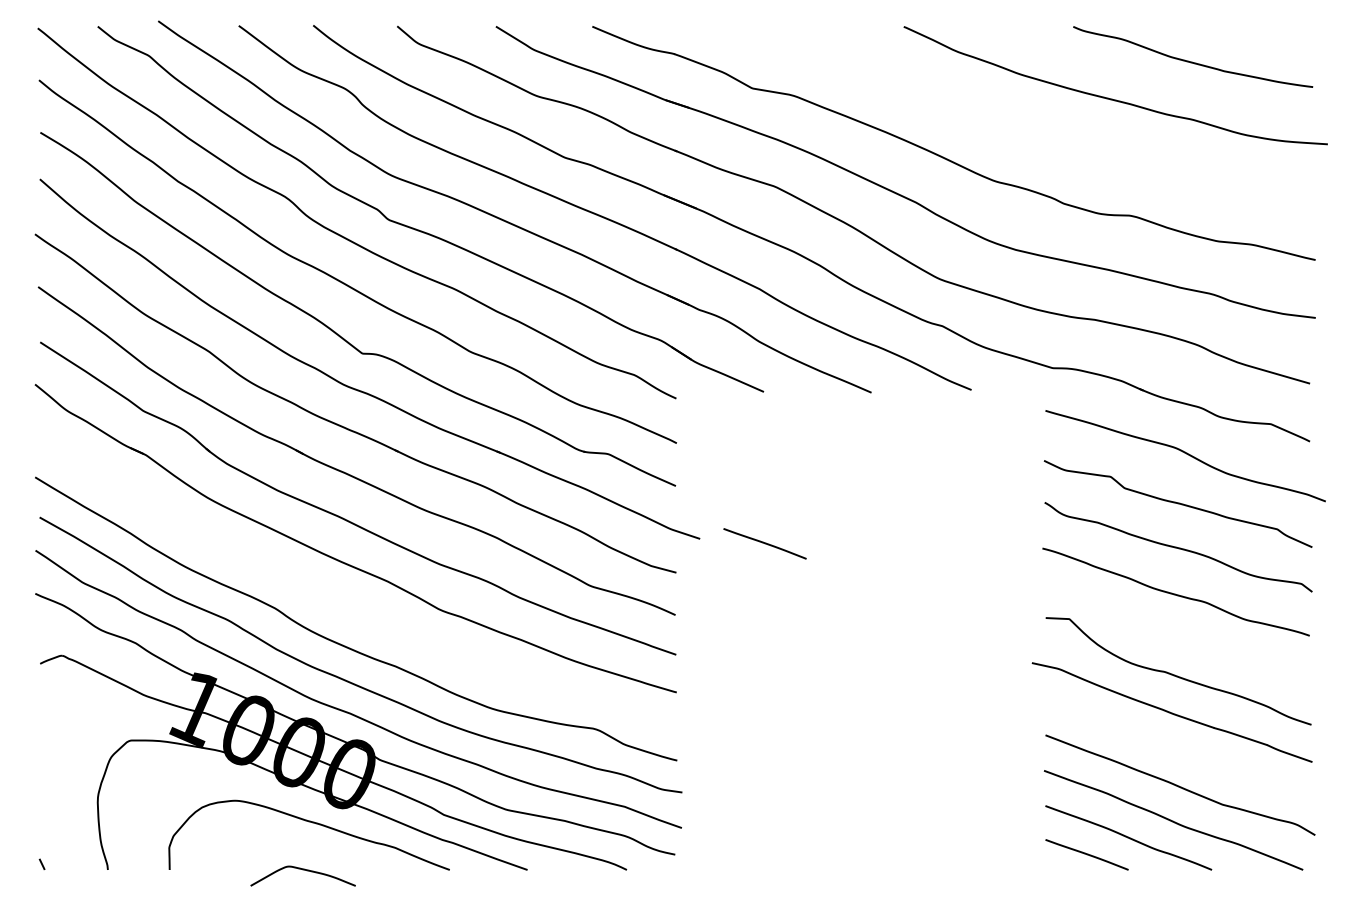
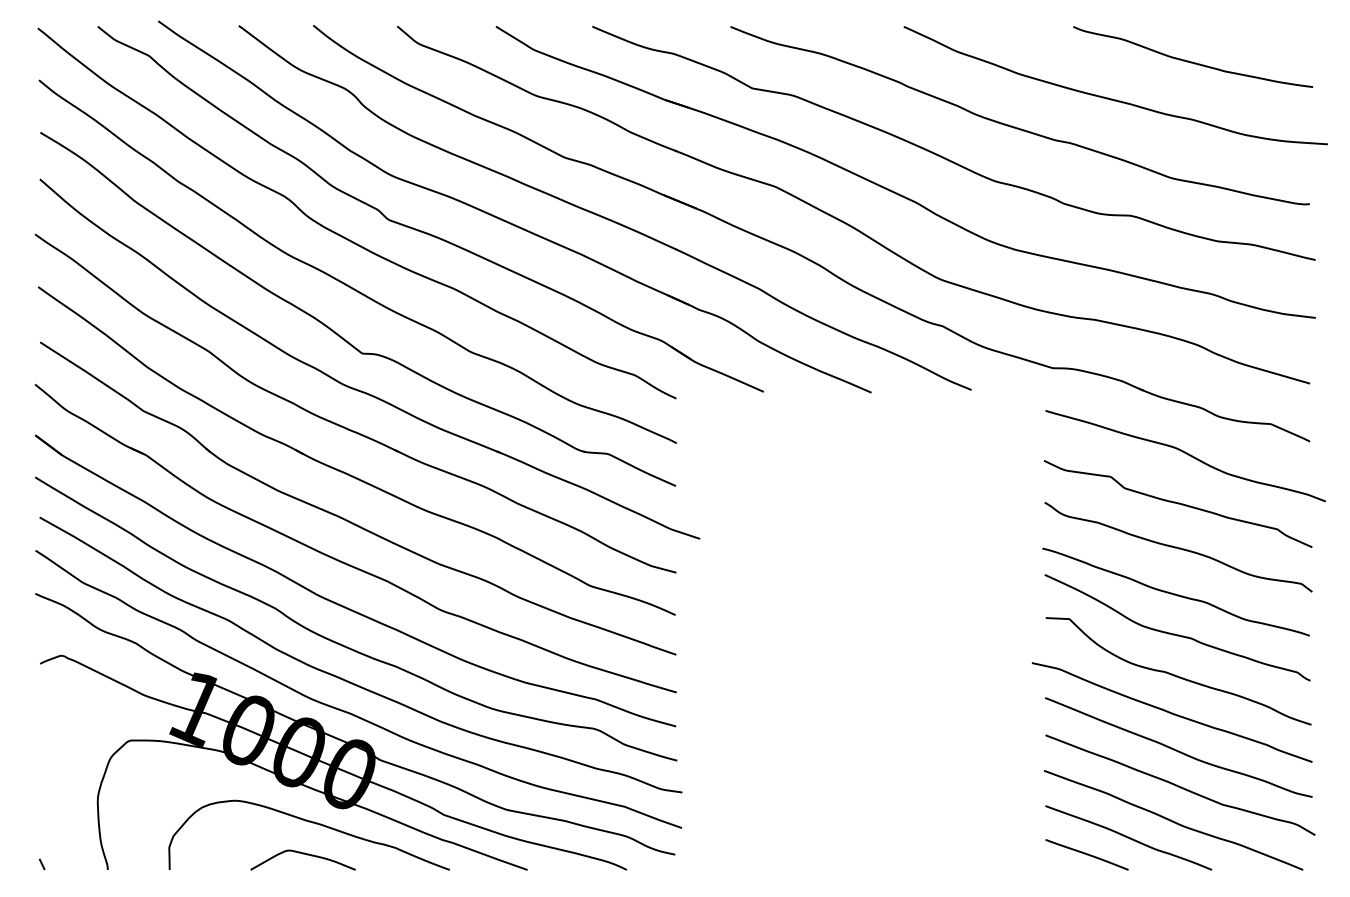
curve at (1015, 126): none -> present
line at (764, 543): present -> none
part at (343, 605): none -> present
curve at (1174, 633): none -> present
curve at (1176, 749): none -> present
curve at (302, 870) position: (302, 870) -> (302, 854)
